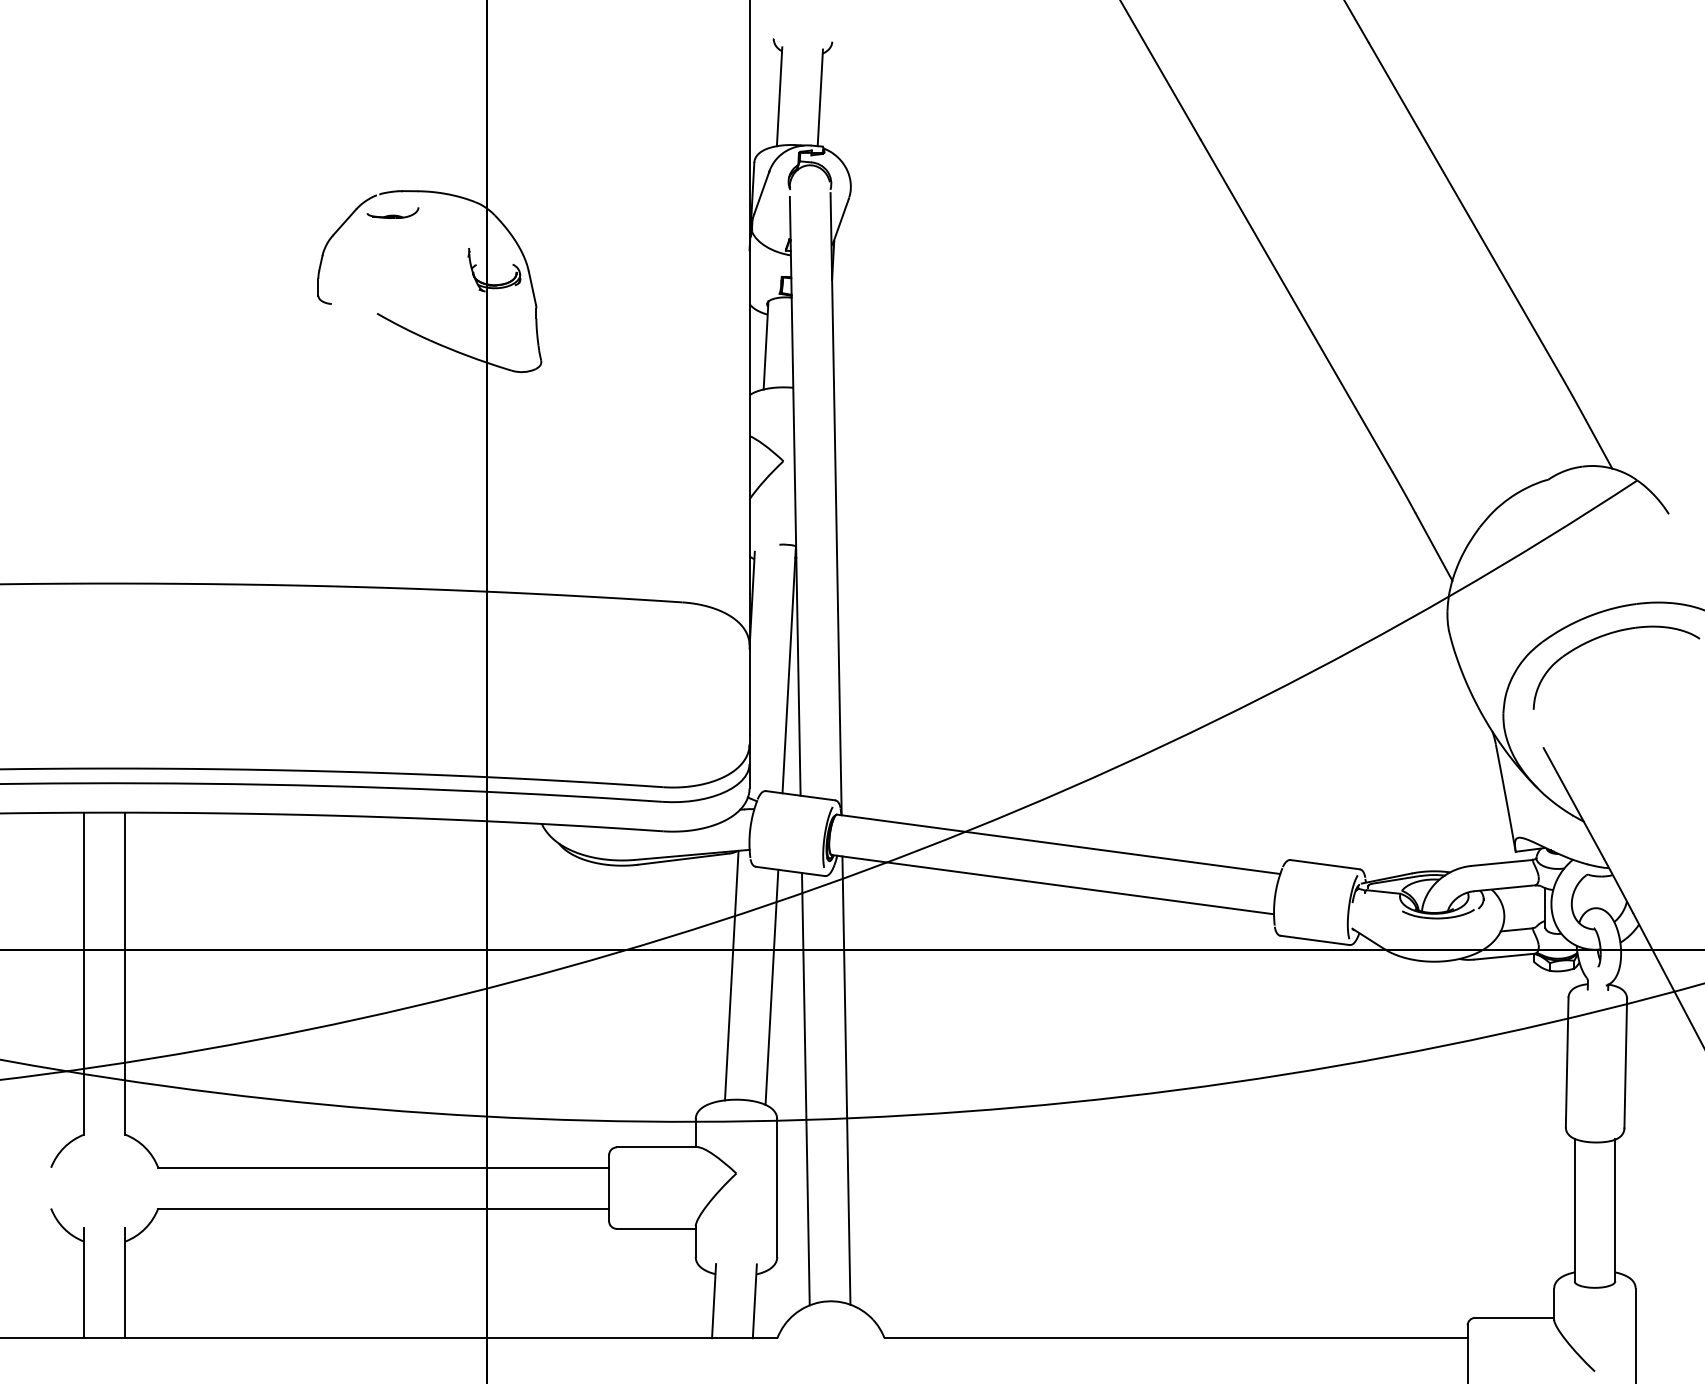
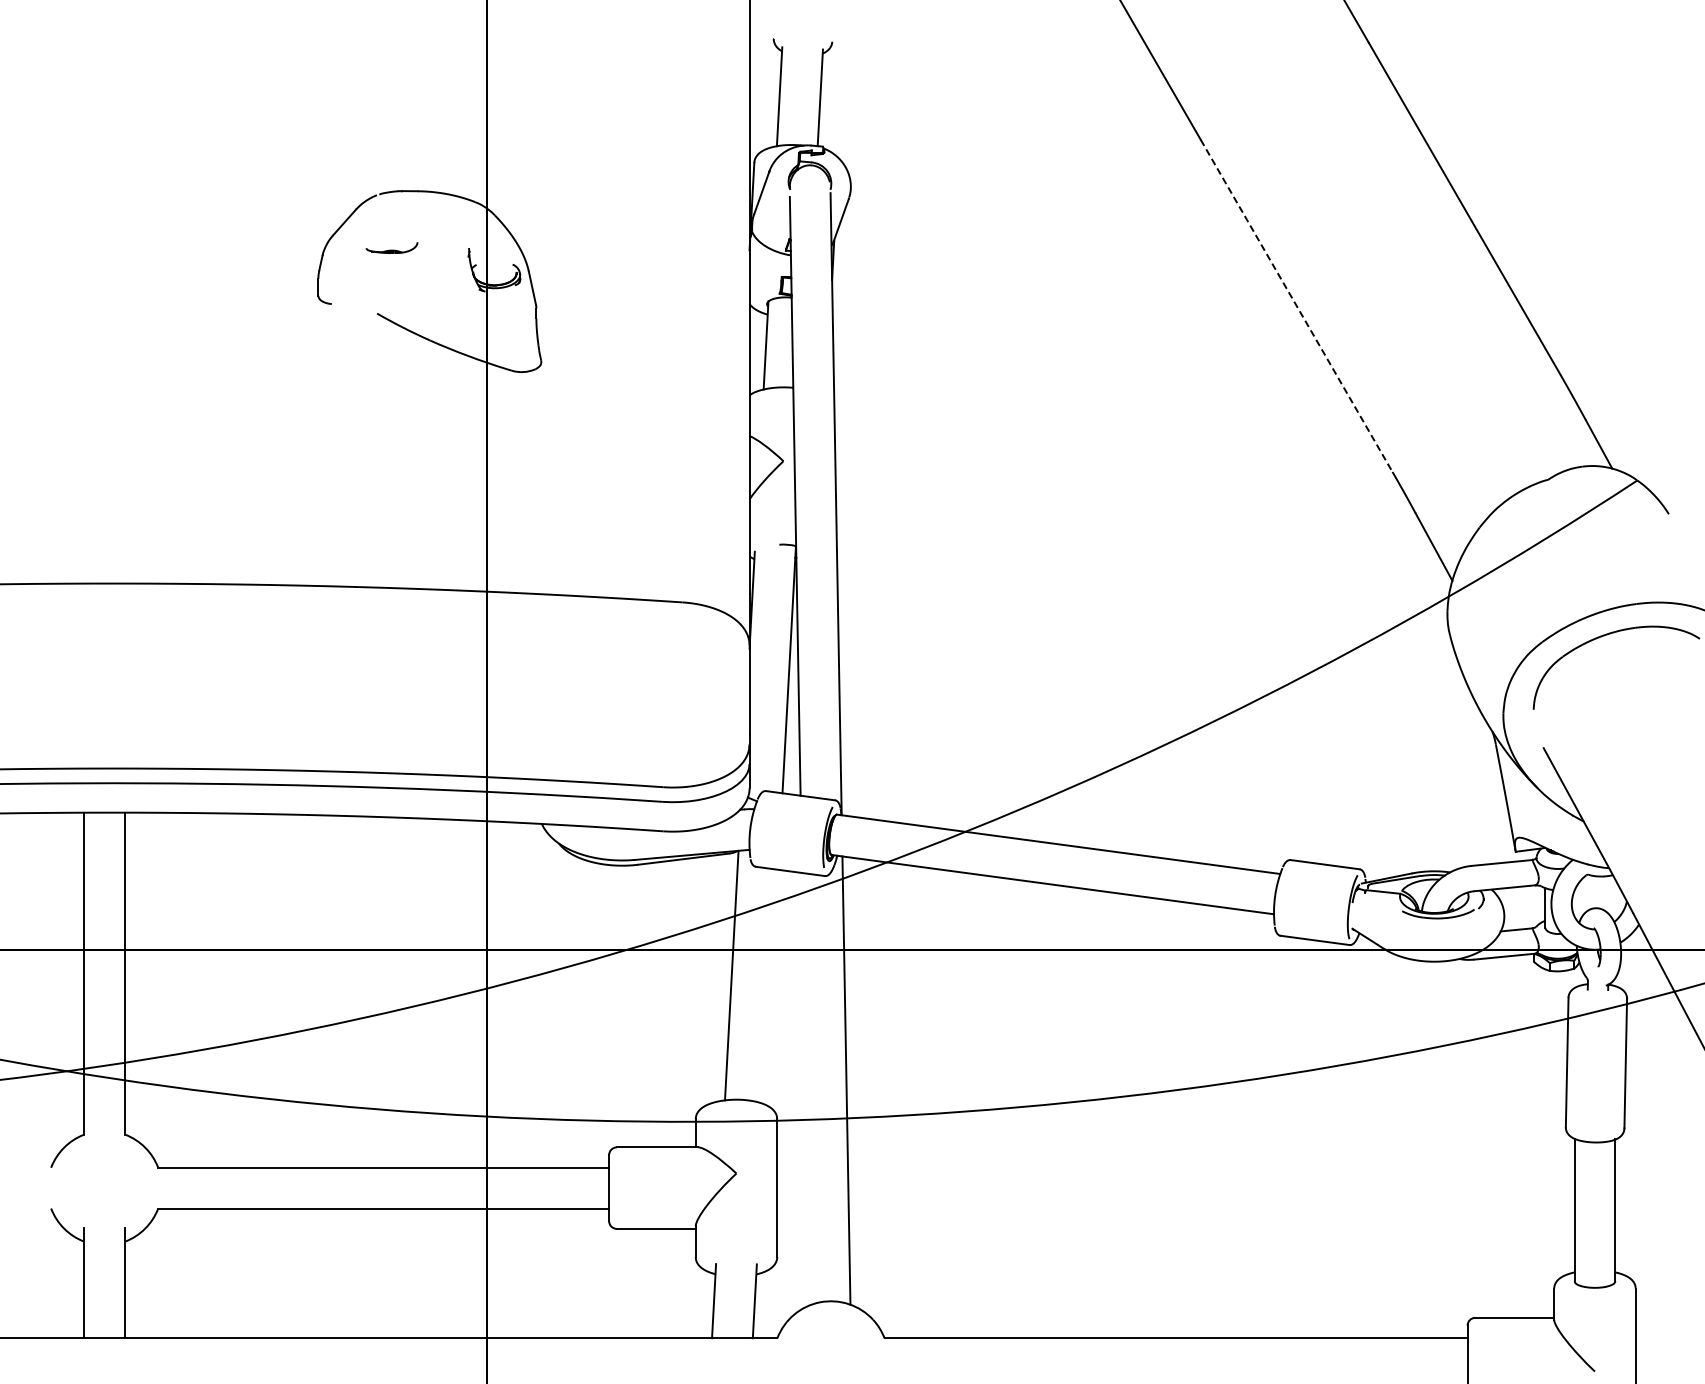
part at (392, 212) position: (392, 212) -> (391, 247)
line at (1296, 305): solid -> dashed
line at (771, 986): present -> none
line at (805, 1088): present -> none
